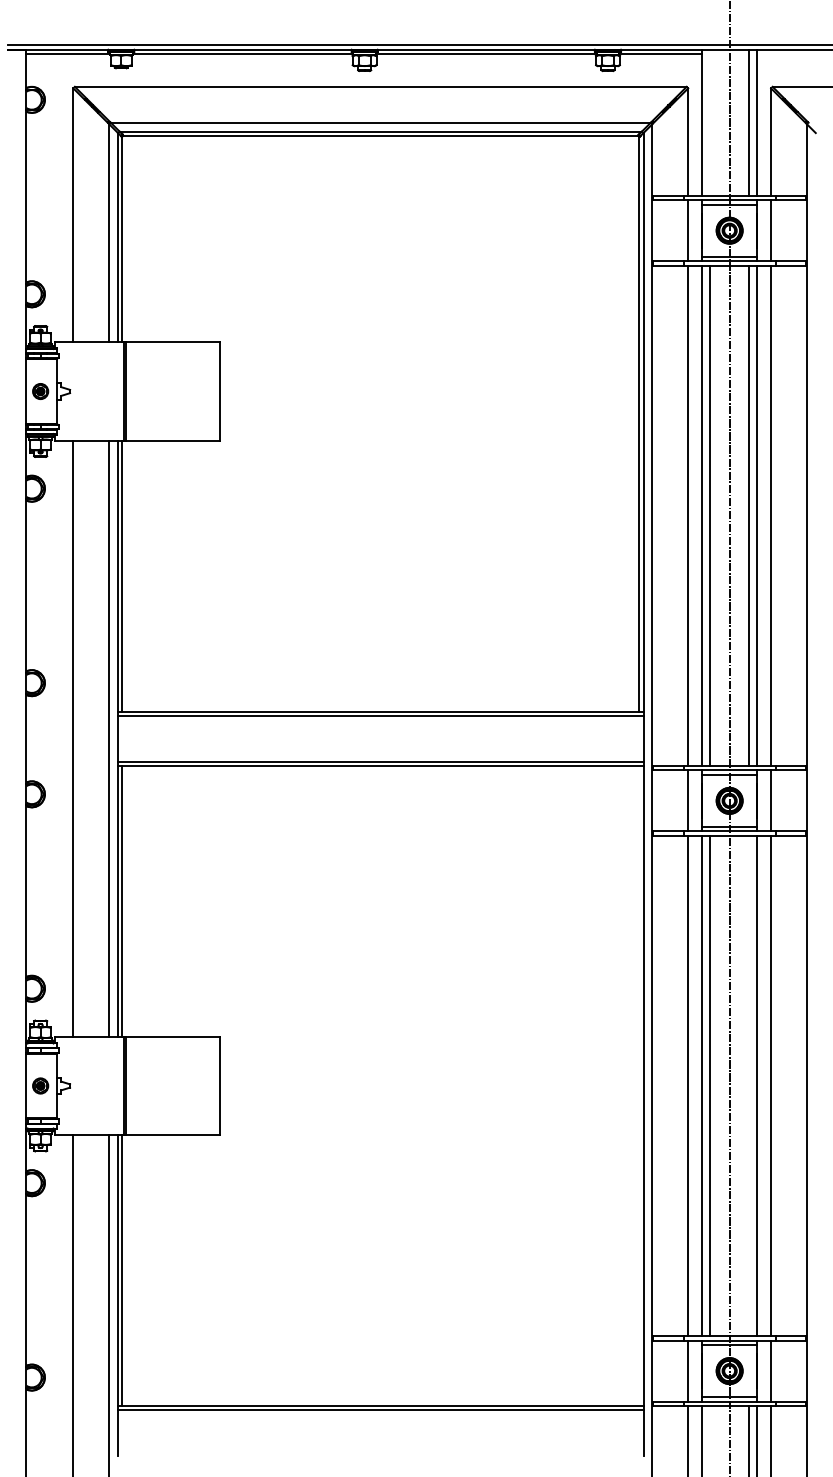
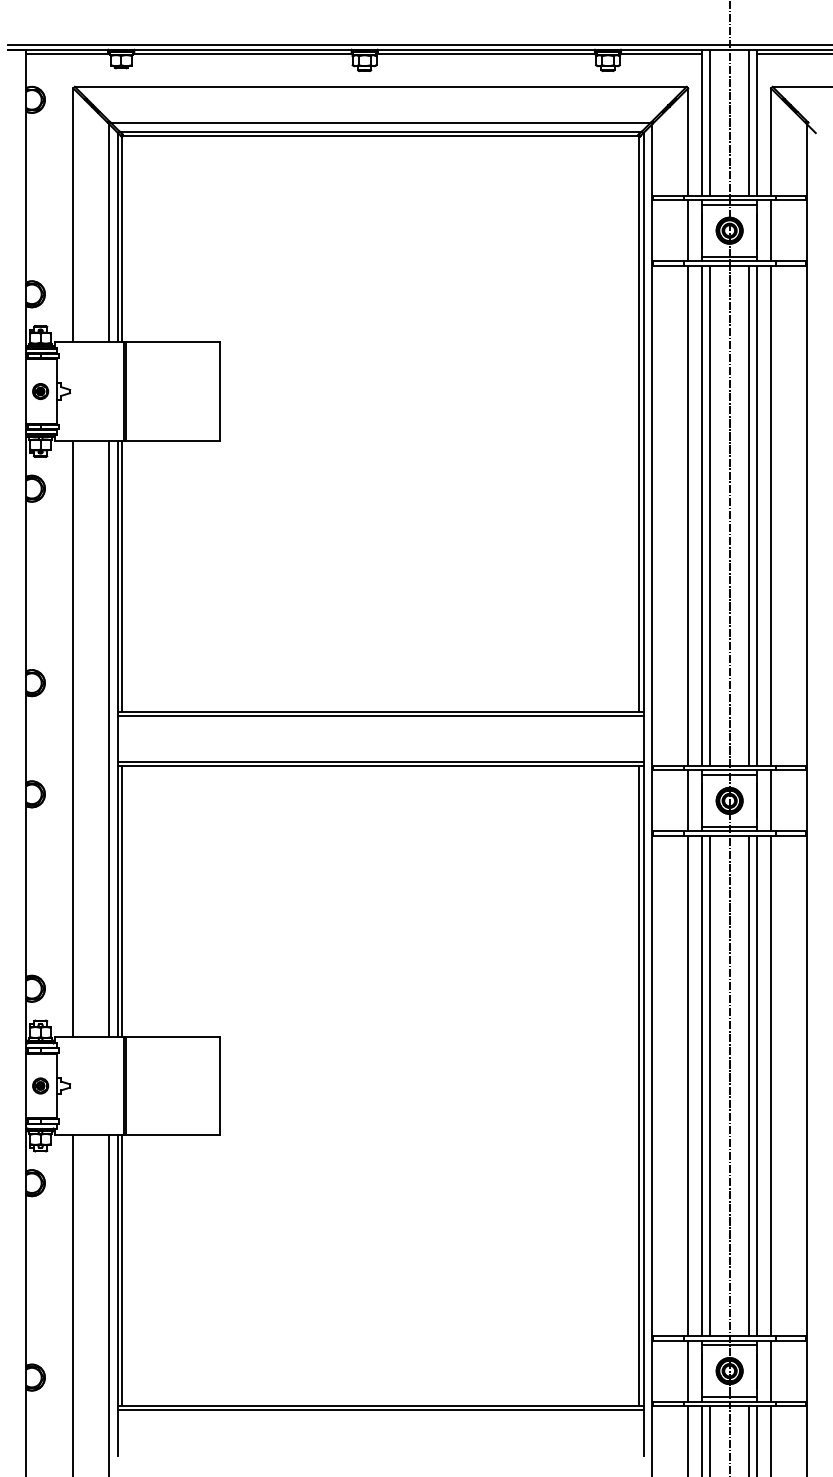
line at (792, 54): none -> present
line at (710, 122): none -> present
line at (639, 1085): none -> present
line at (749, 1085): none -> present
line at (710, 1439): none -> present
